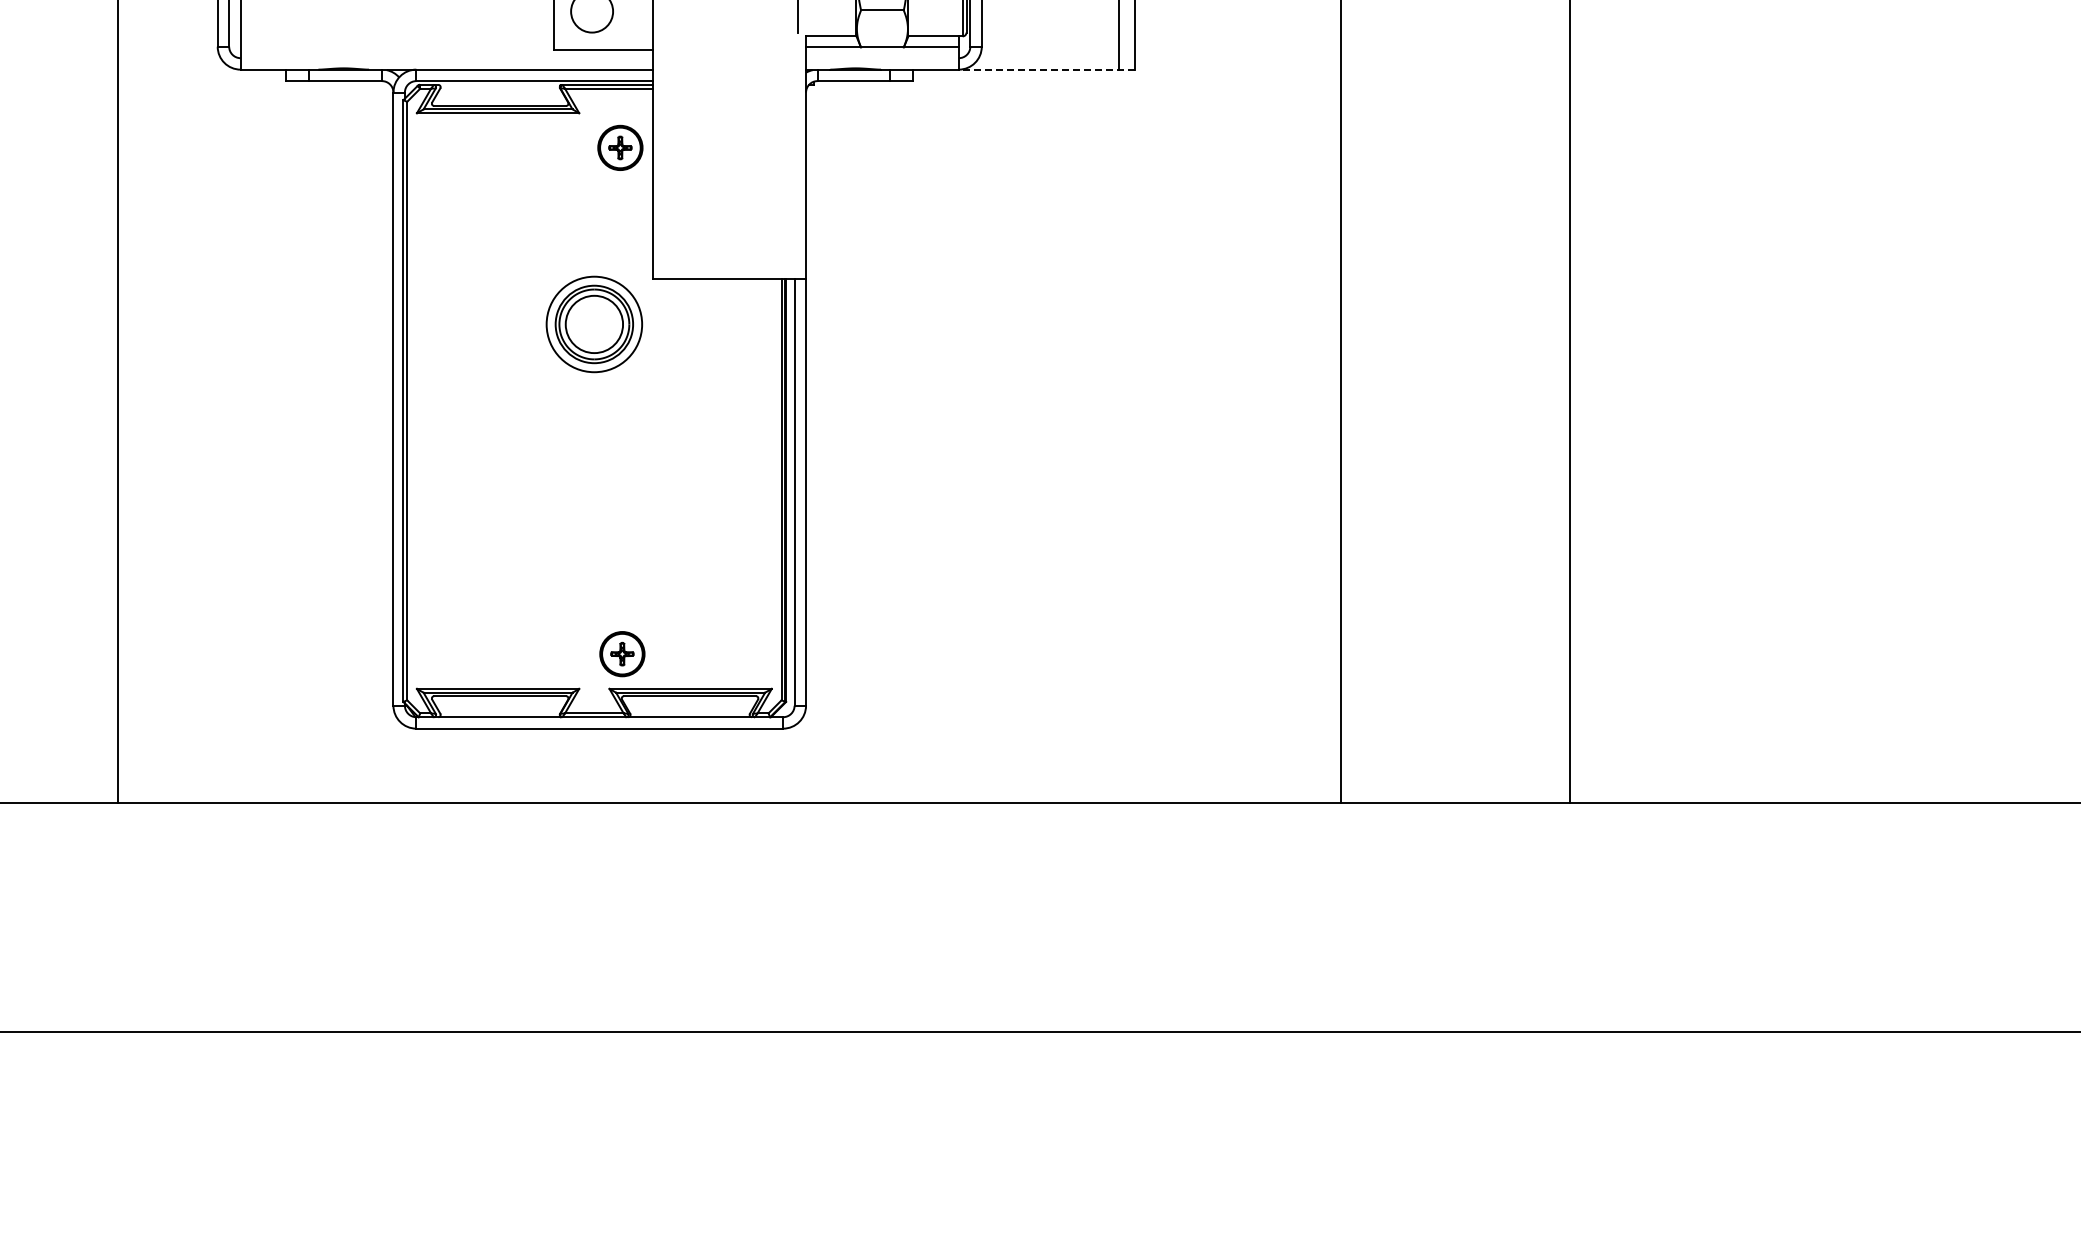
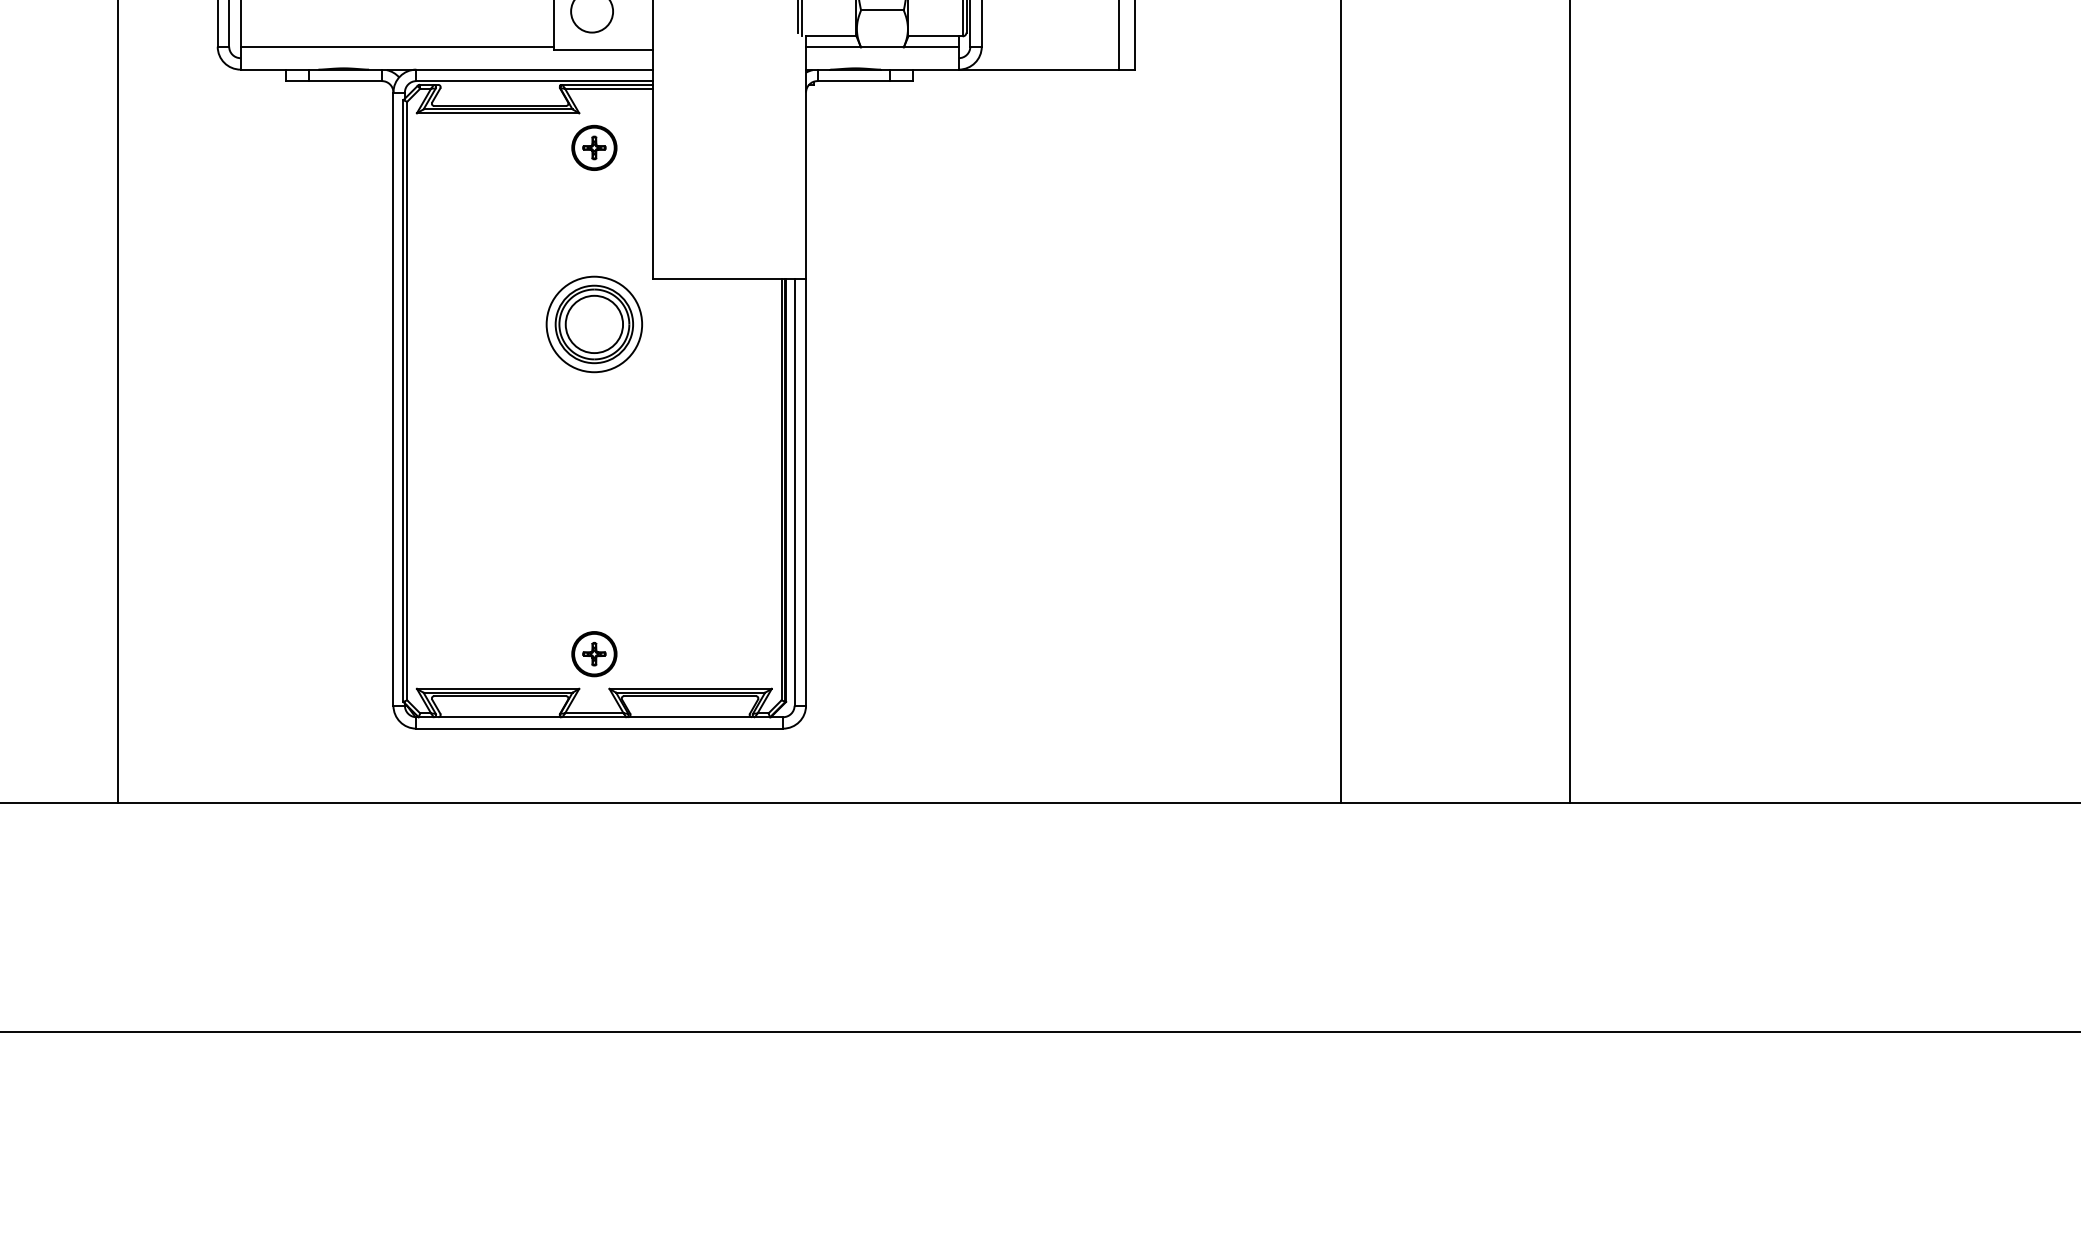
line at (802, 19): none -> present
line at (396, 46): none -> present
line at (1046, 69): dashed -> solid
part at (620, 147) position: (620, 147) -> (594, 147)
part at (622, 654) position: (622, 654) -> (594, 654)
